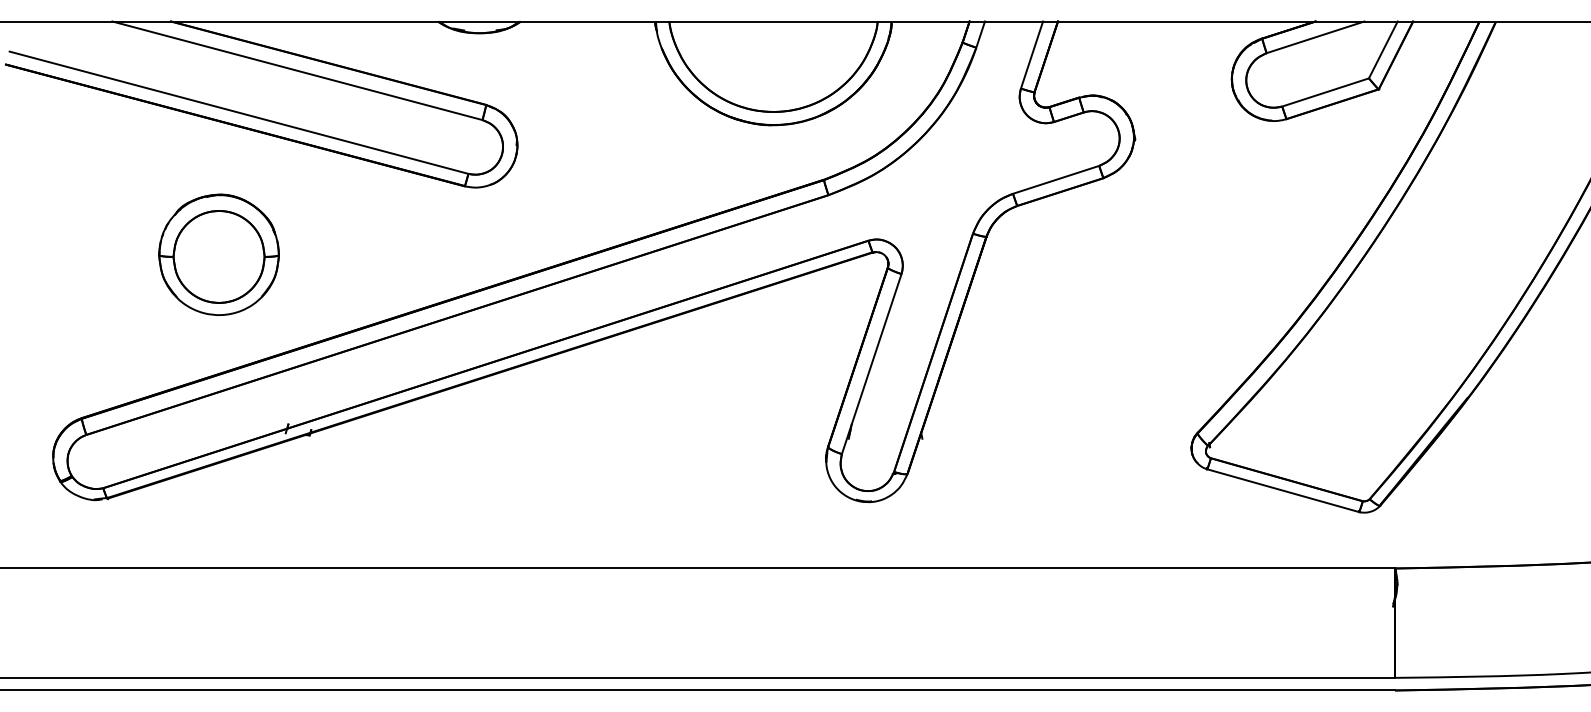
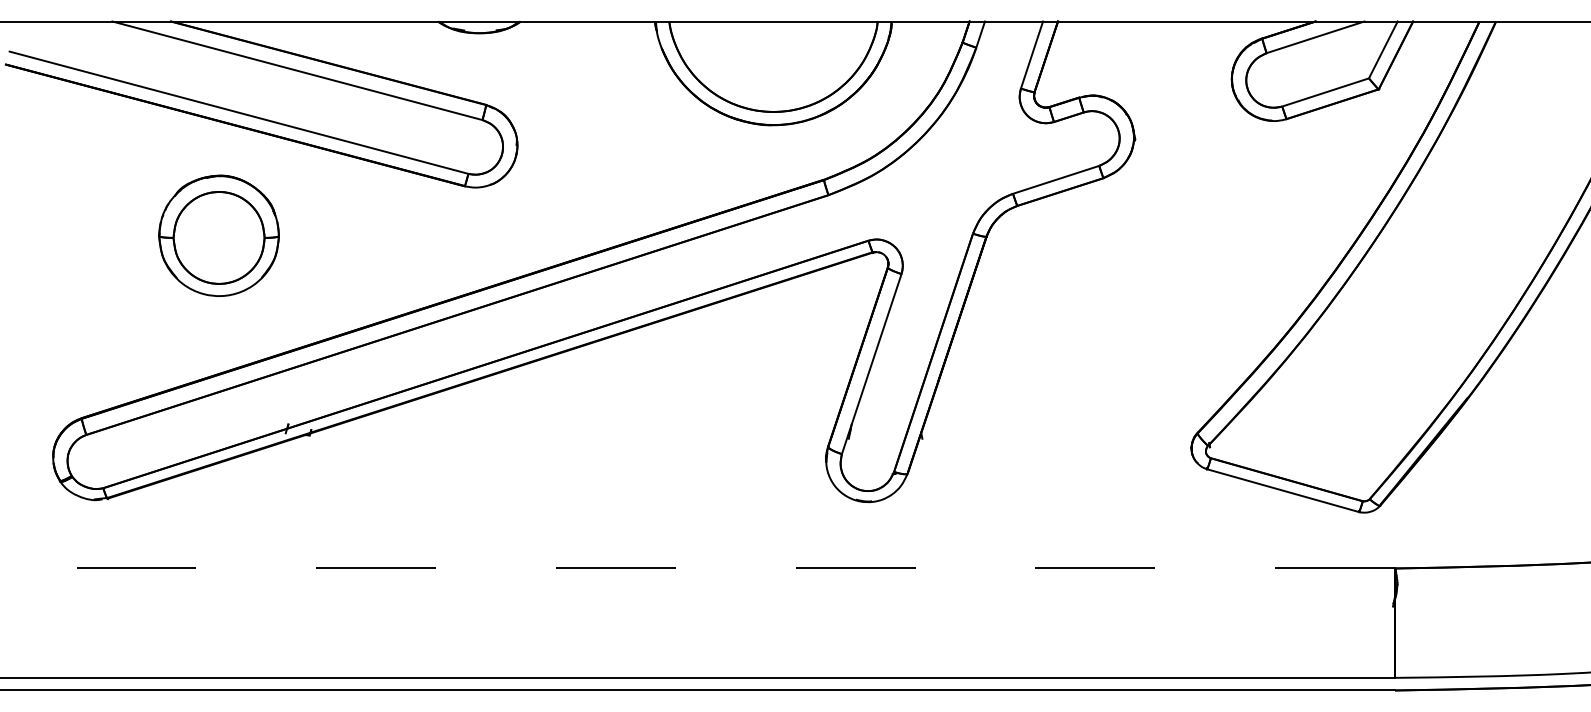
part at (218, 254) position: (218, 254) -> (218, 235)
line at (697, 568): solid -> dashed
